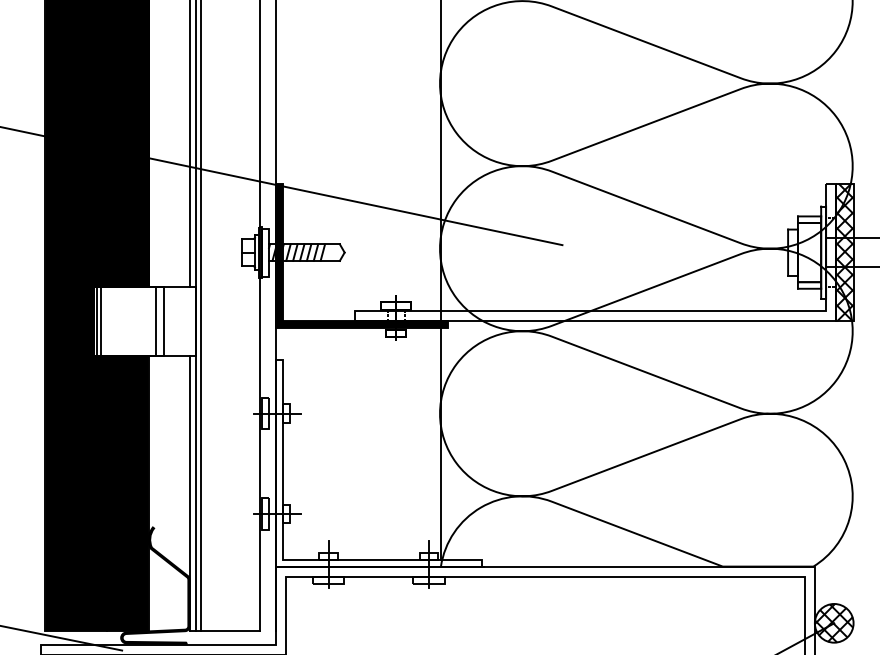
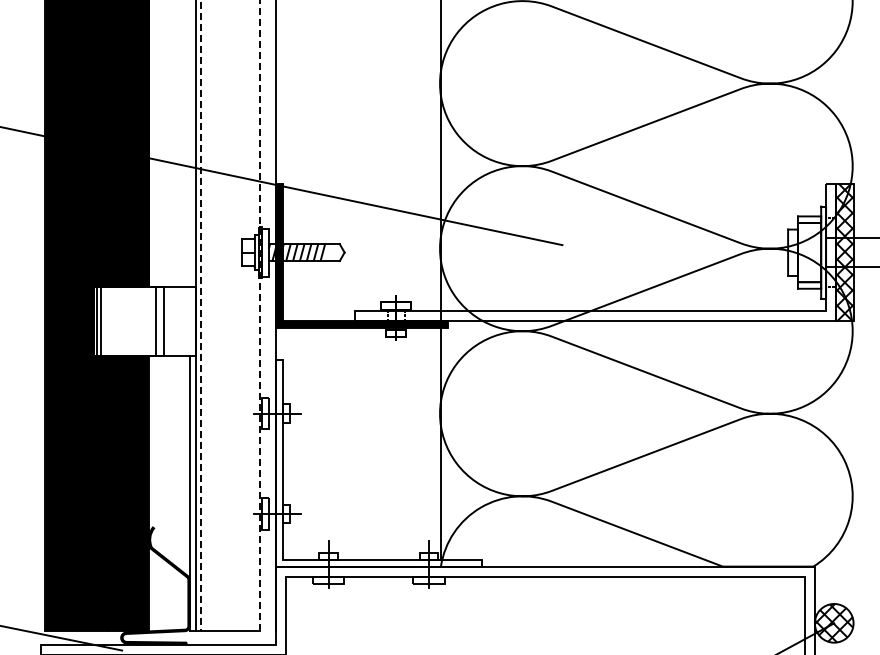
line at (189, 144): present -> none
line at (201, 315): solid -> dashed
line at (260, 315): solid -> dashed
